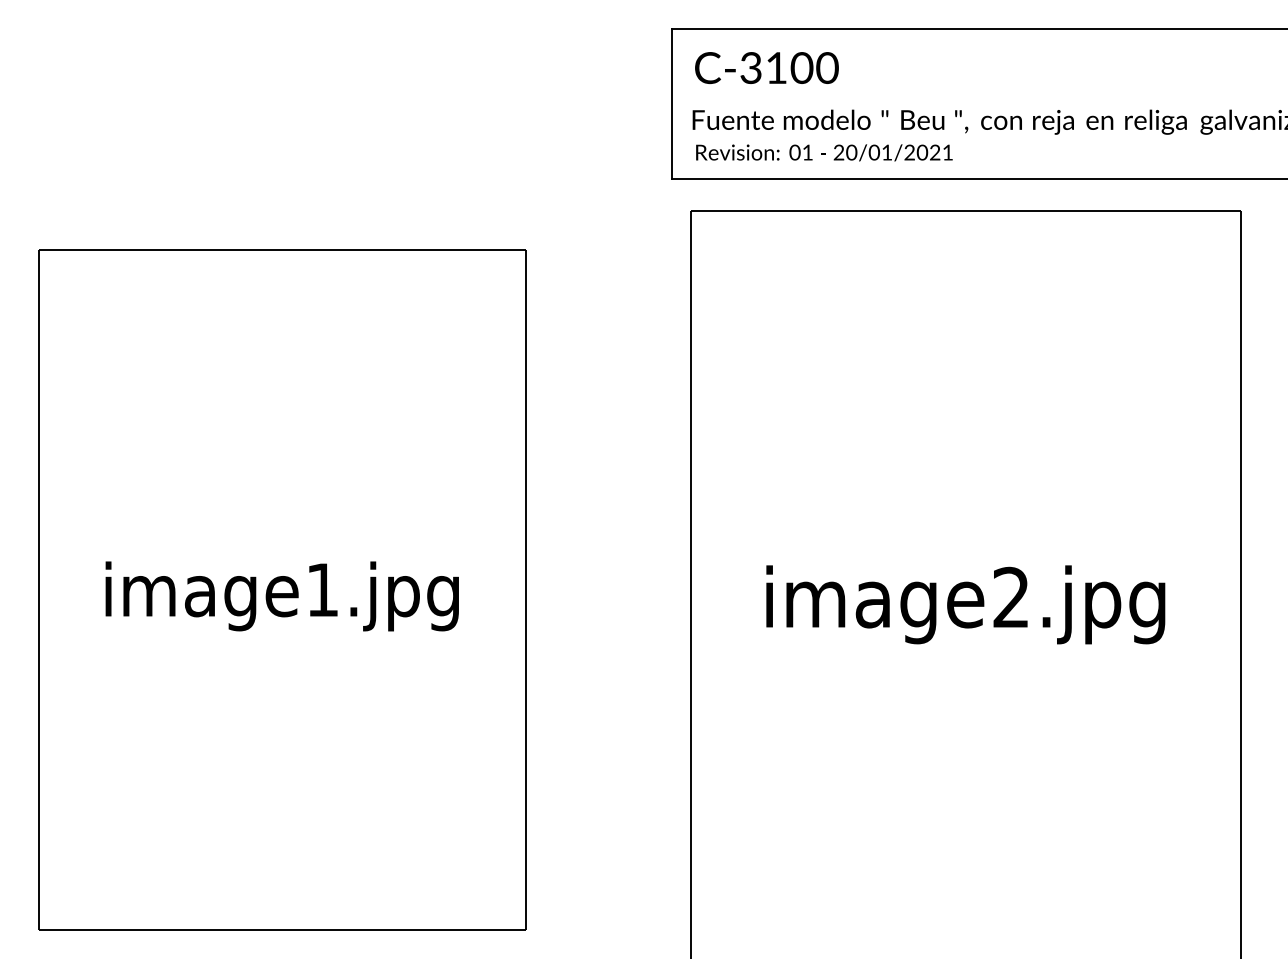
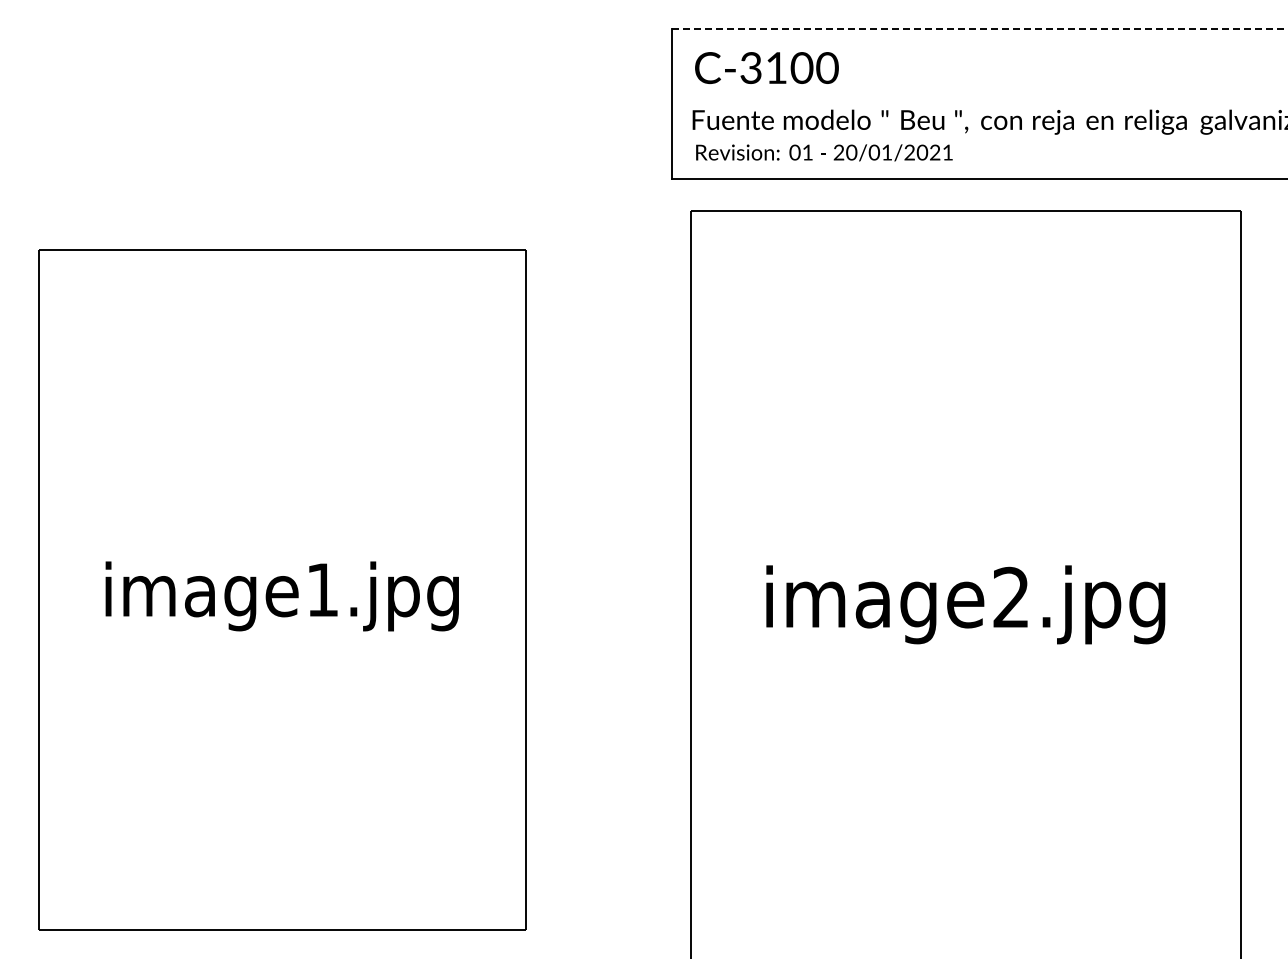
line at (979, 28): solid -> dashed
